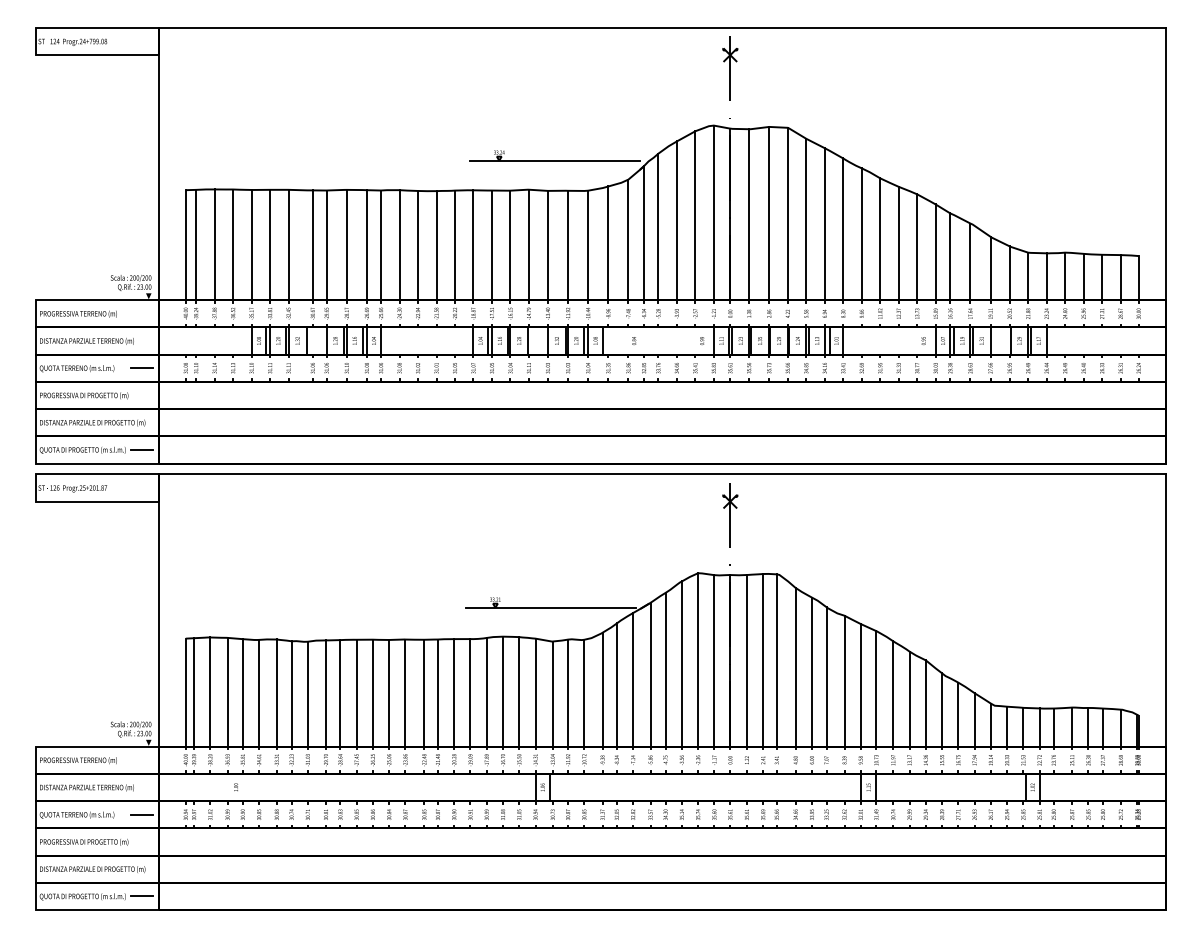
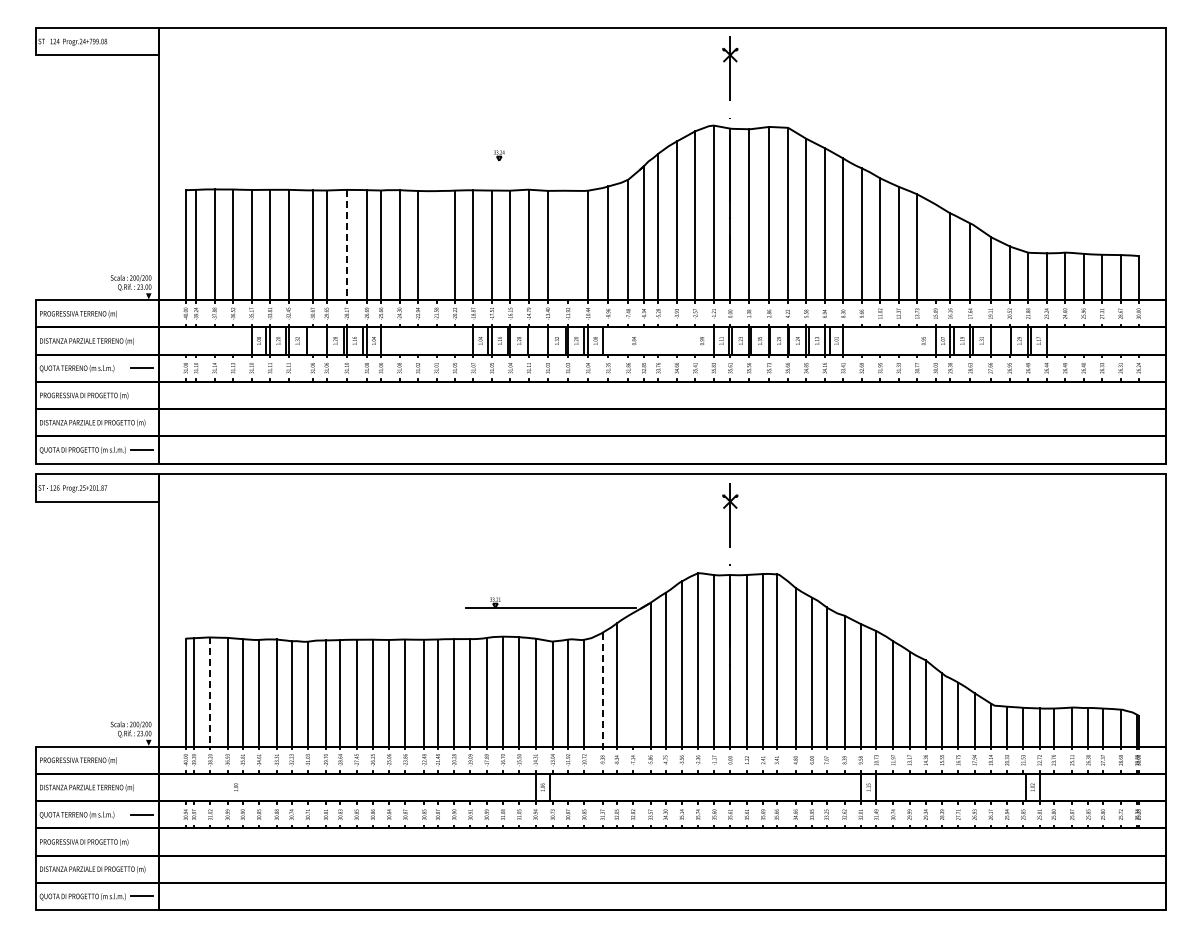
line at (555, 160): present -> none
line at (346, 245): solid -> dashed
line at (436, 245): present -> none
line at (568, 245): present -> none
line at (935, 252): present -> none
line at (633, 679): present -> none
line at (602, 689): solid -> dashed
line at (210, 692): solid -> dashed
